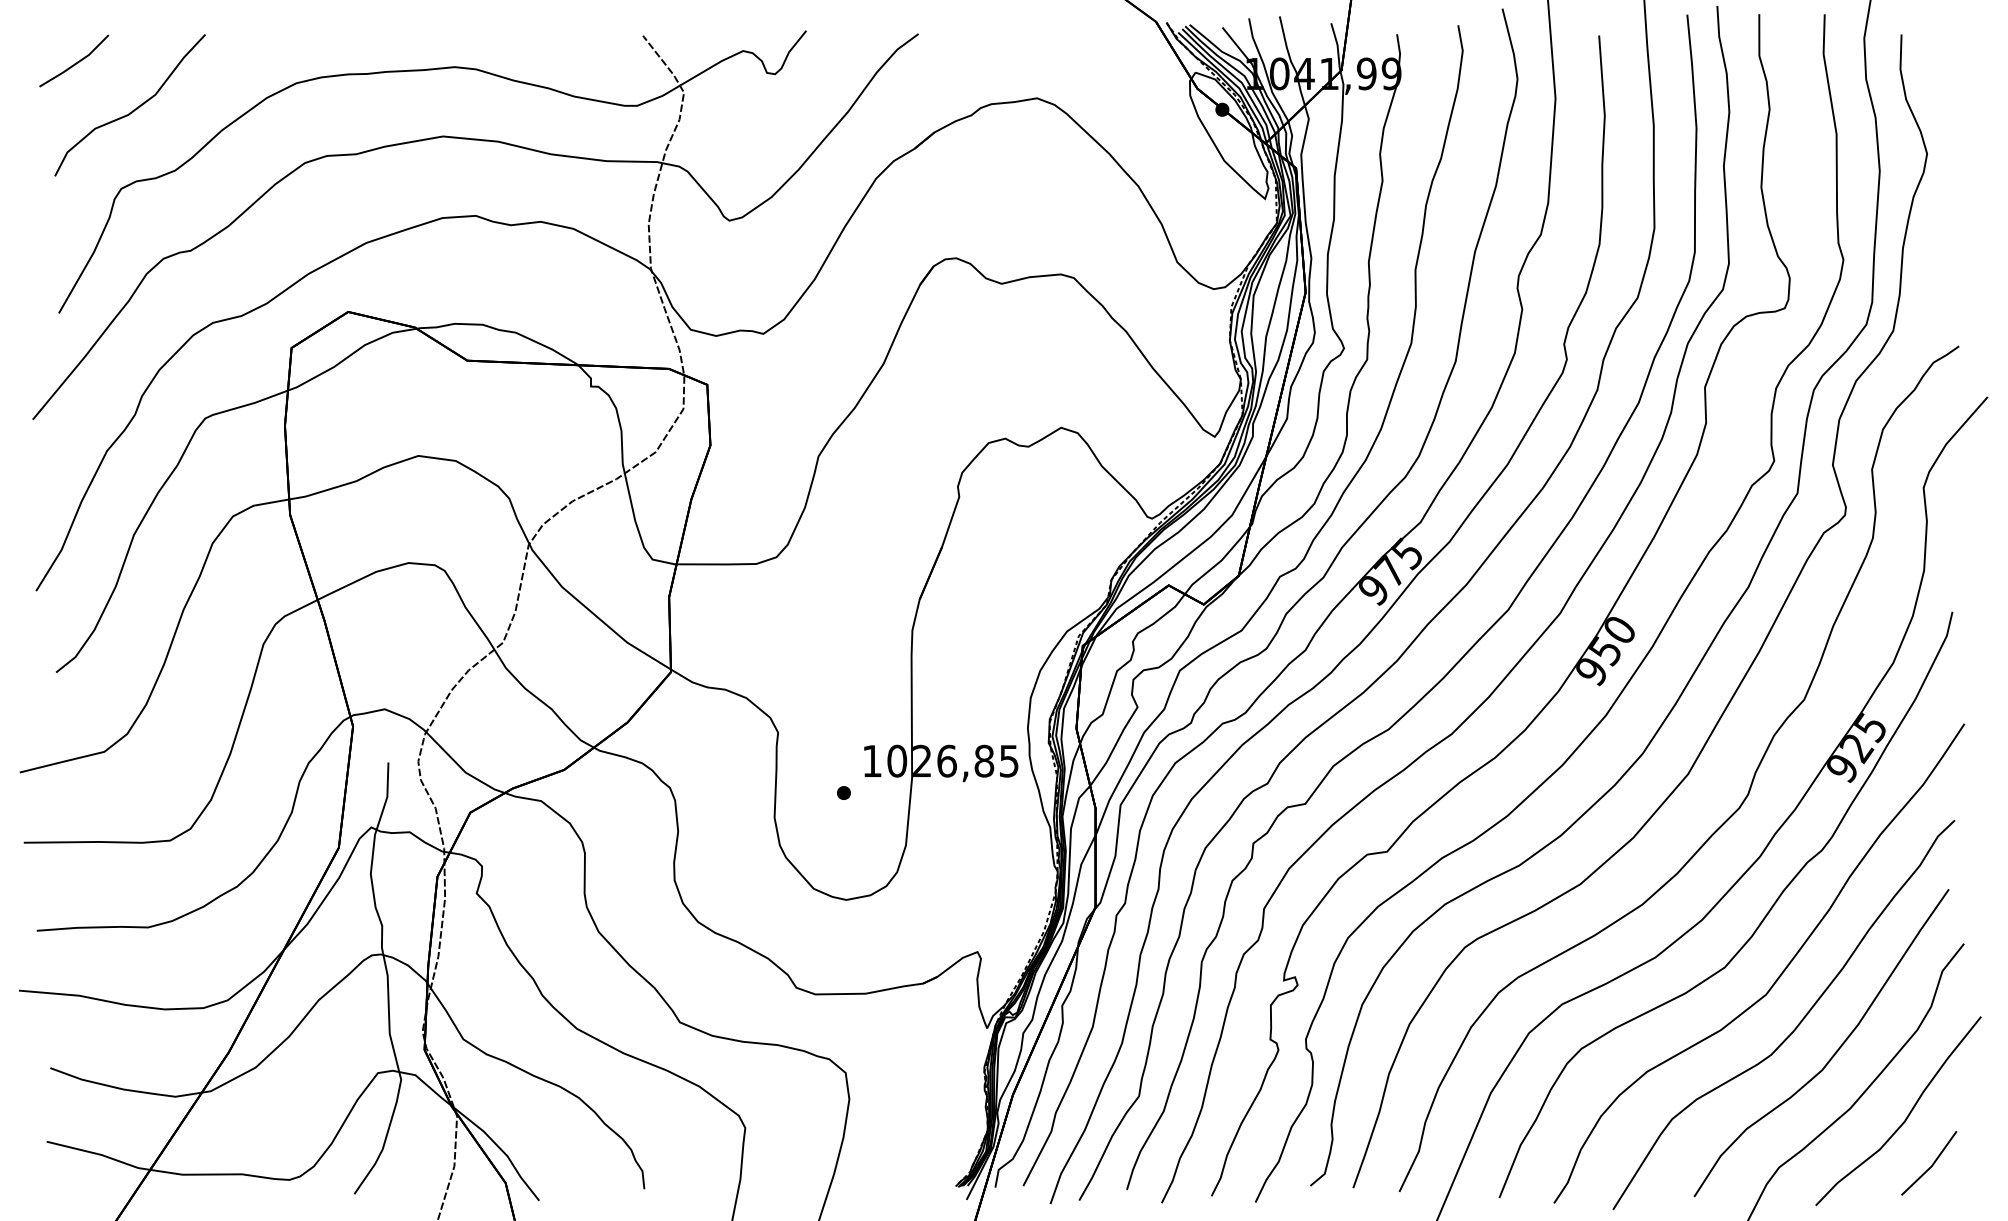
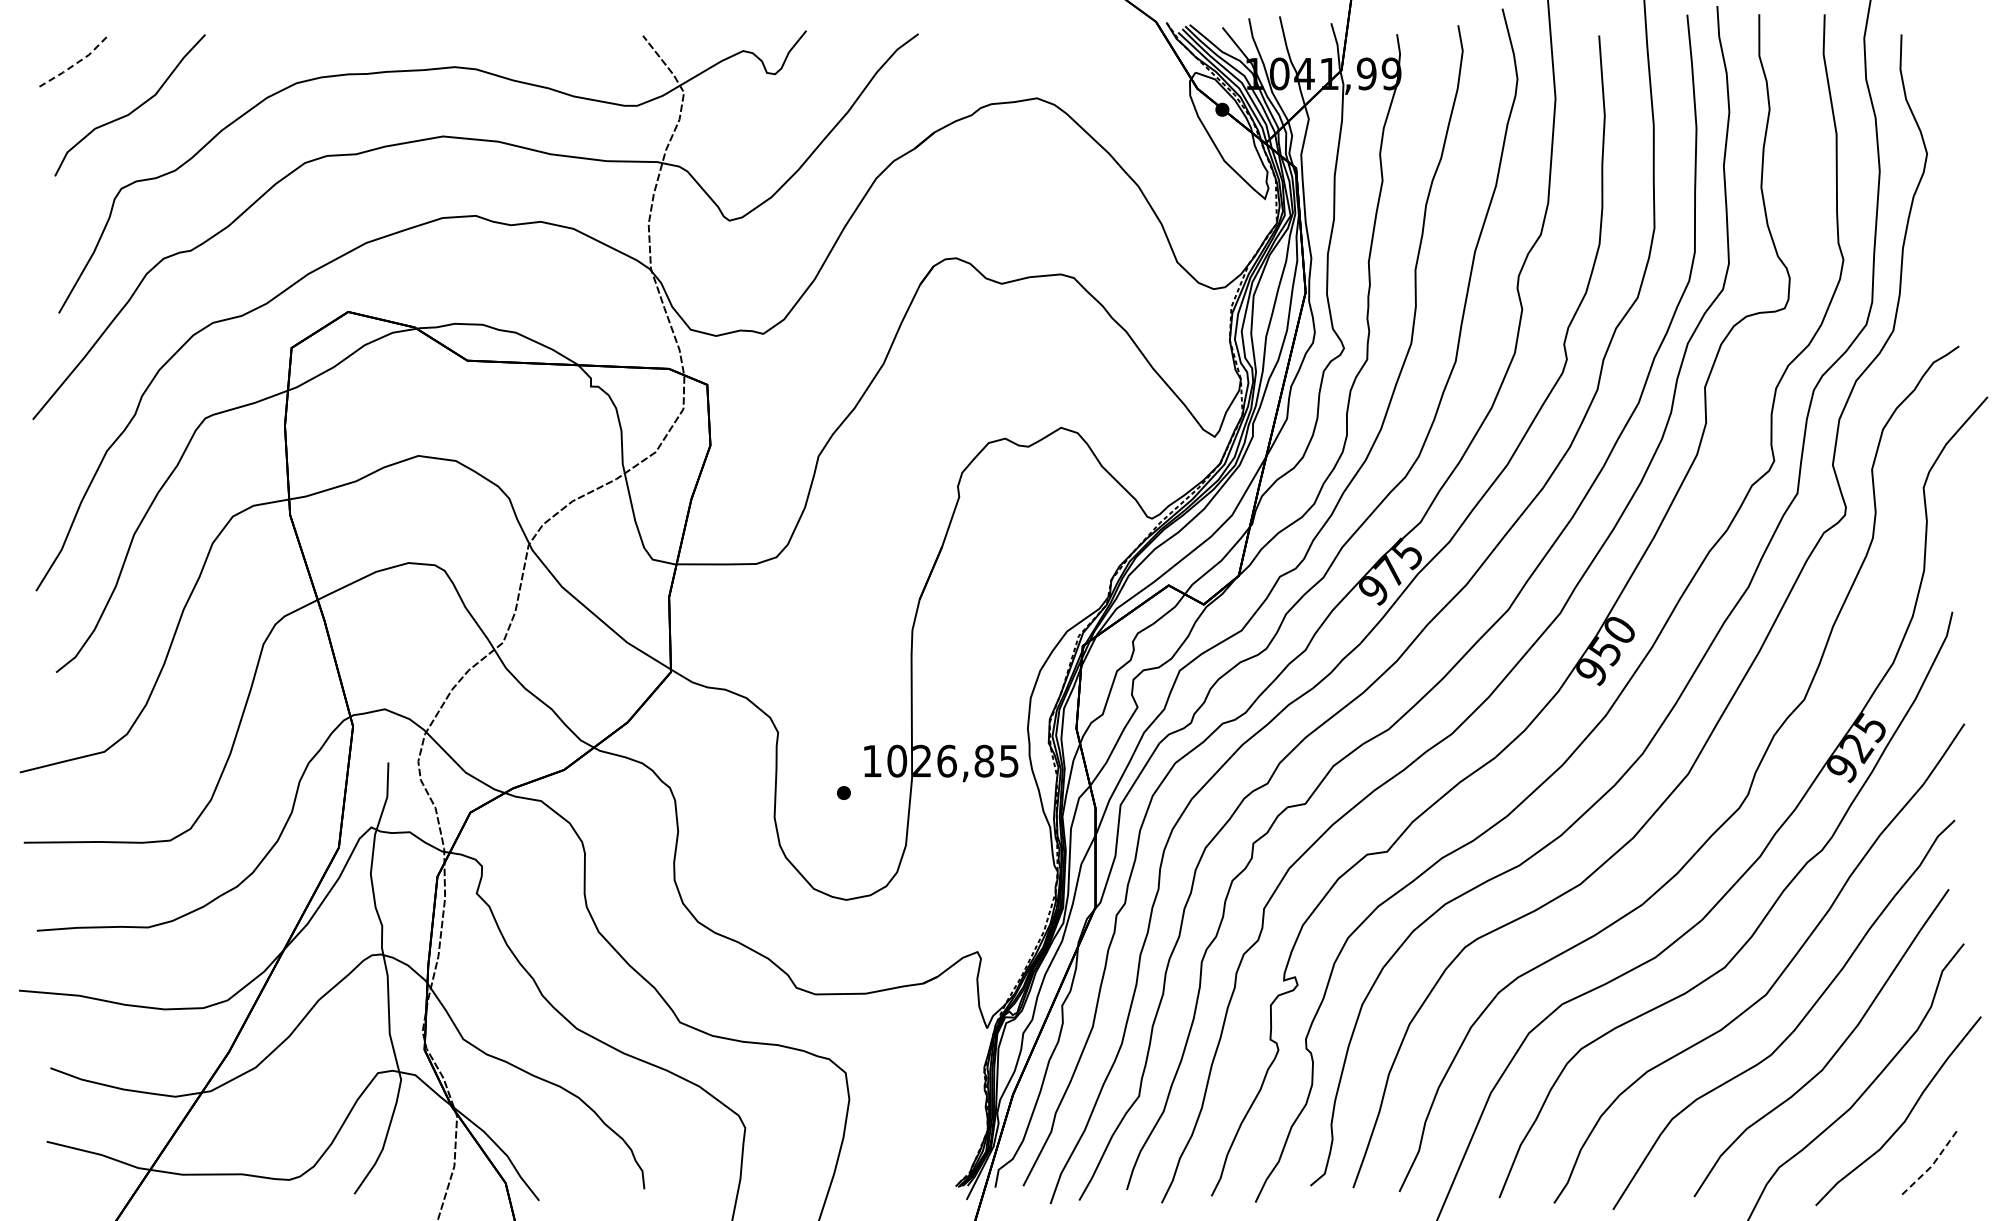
line at (76, 63): solid -> dashed
line at (1931, 1166): solid -> dashed
